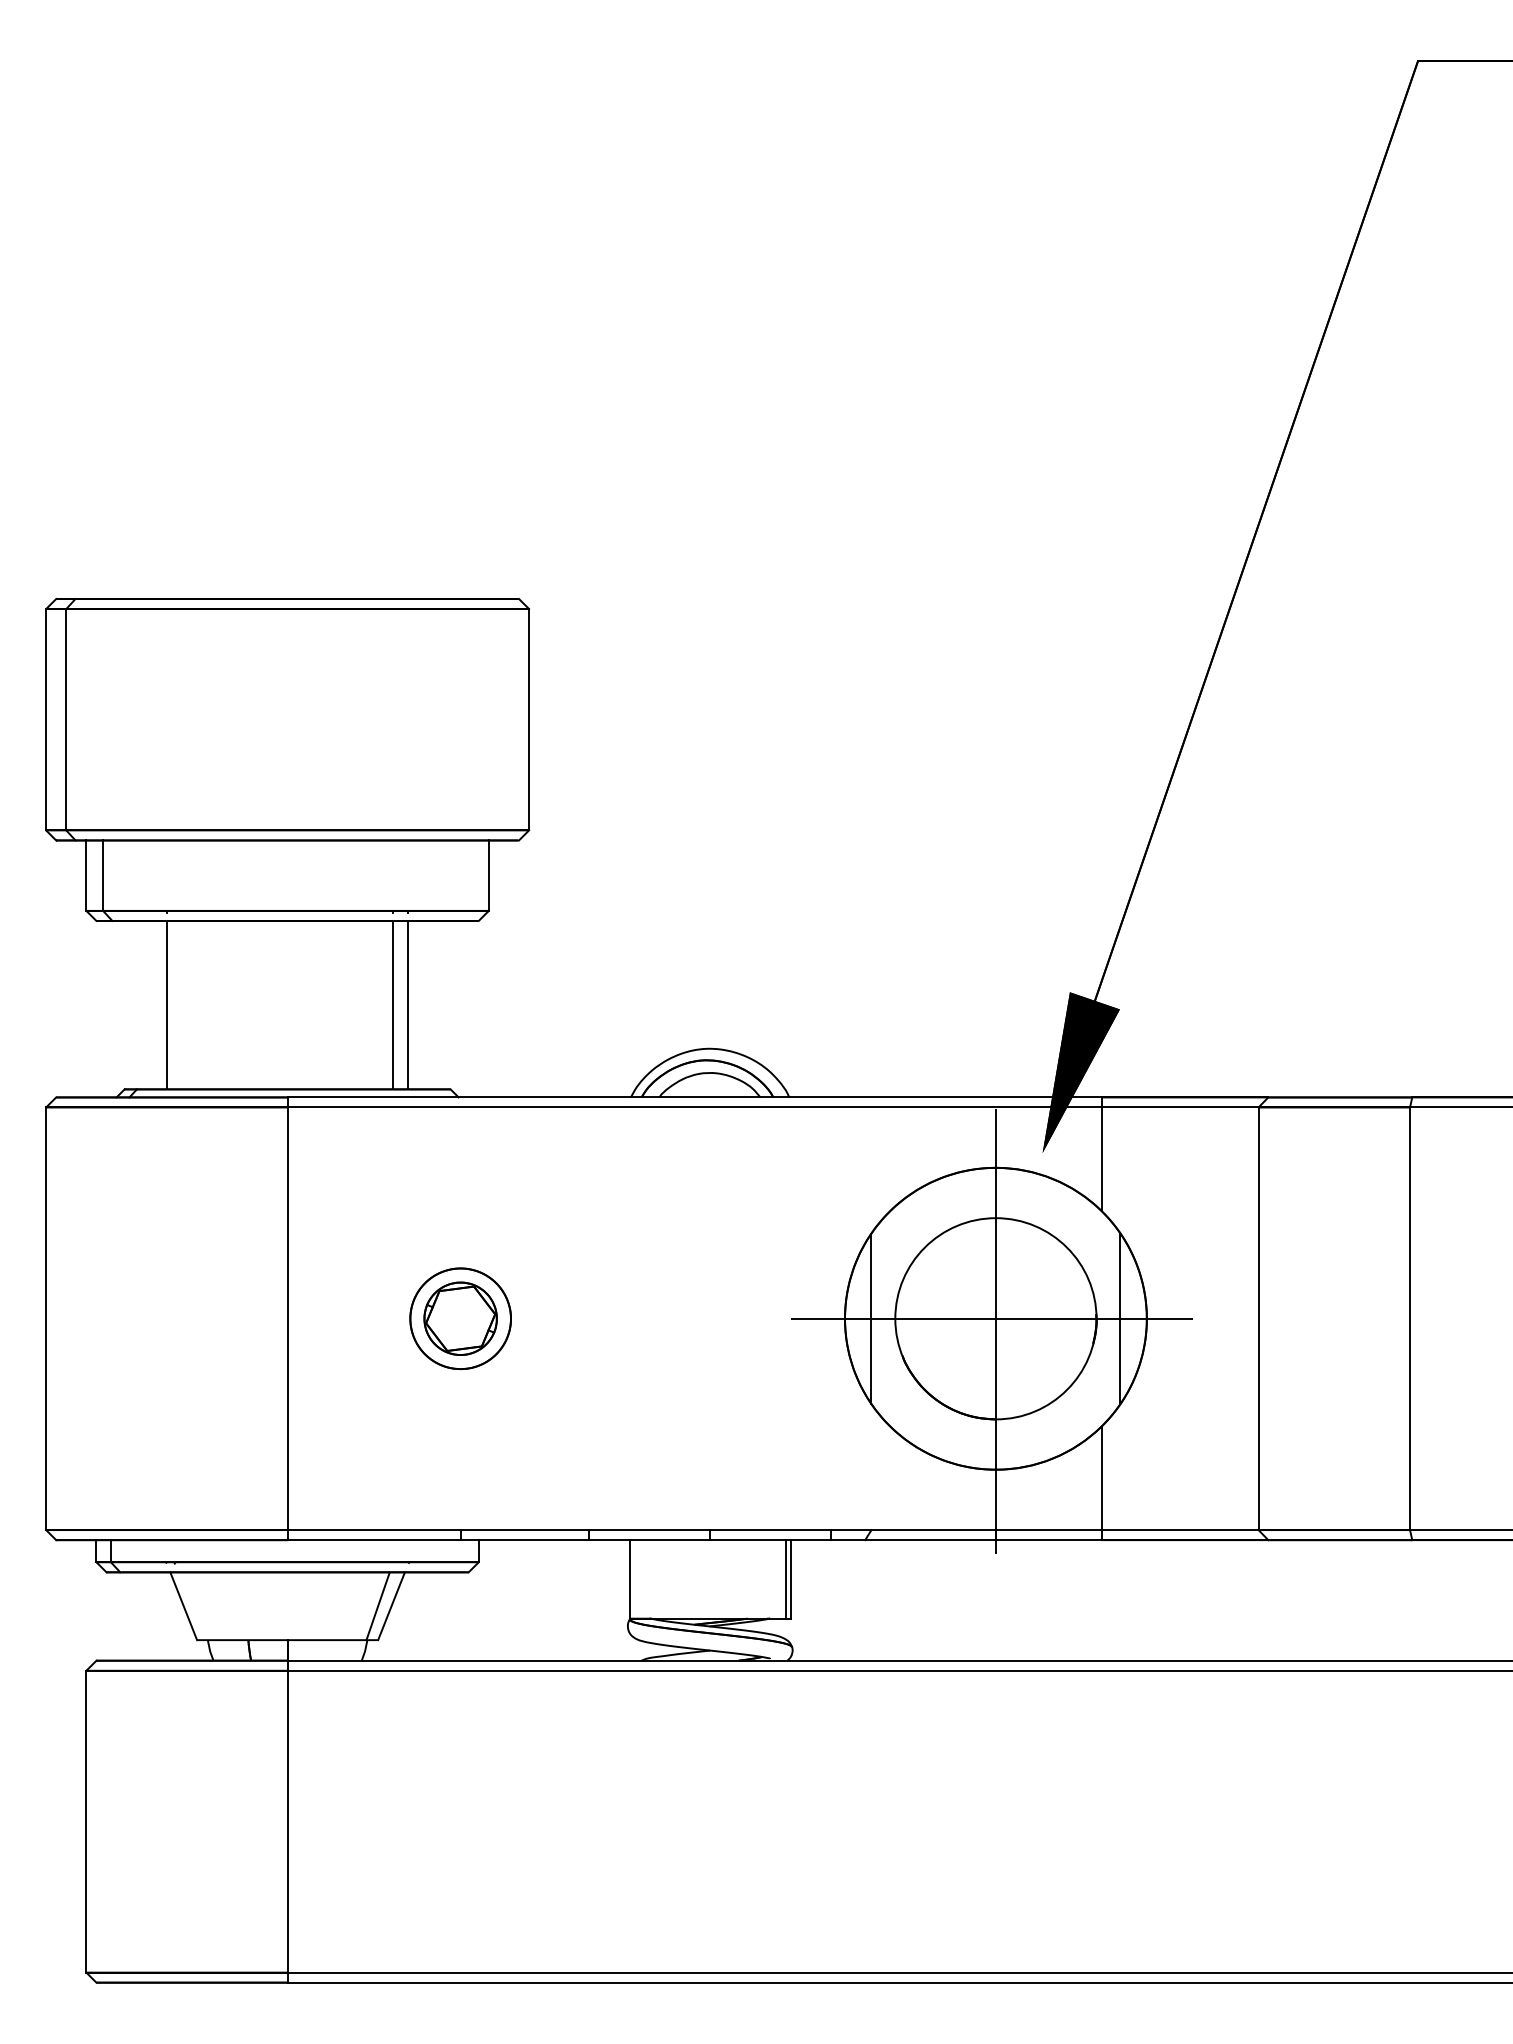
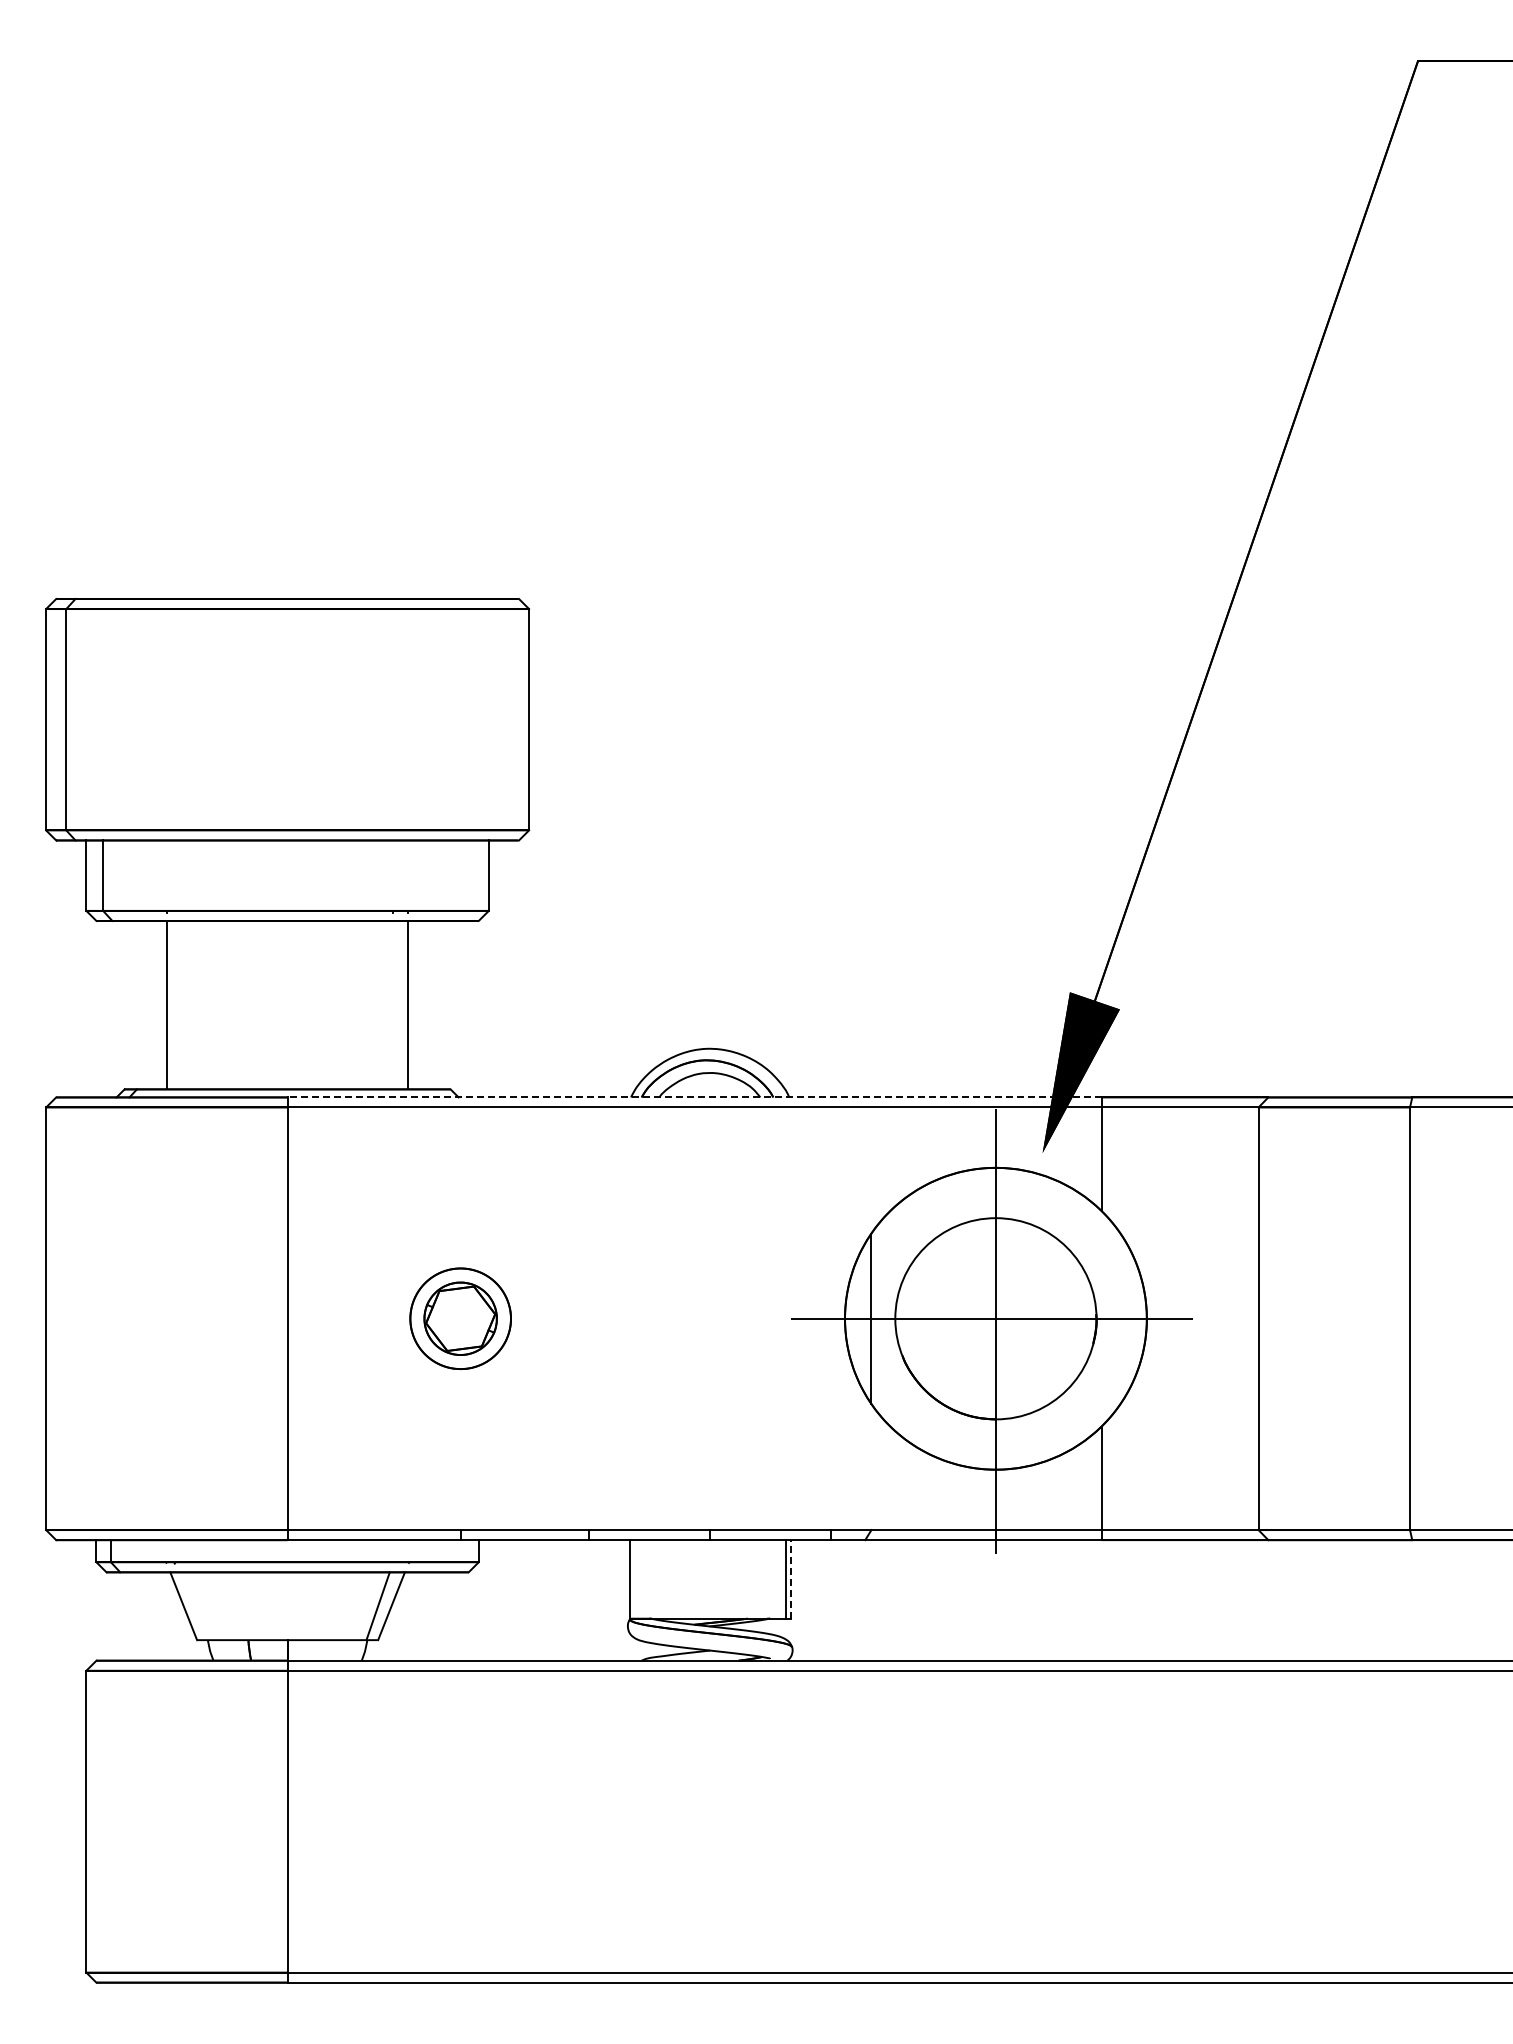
line at (392, 1004): present -> none
line at (694, 1097): solid -> dashed
line at (1120, 1318): present -> none
line at (790, 1578): solid -> dashed
